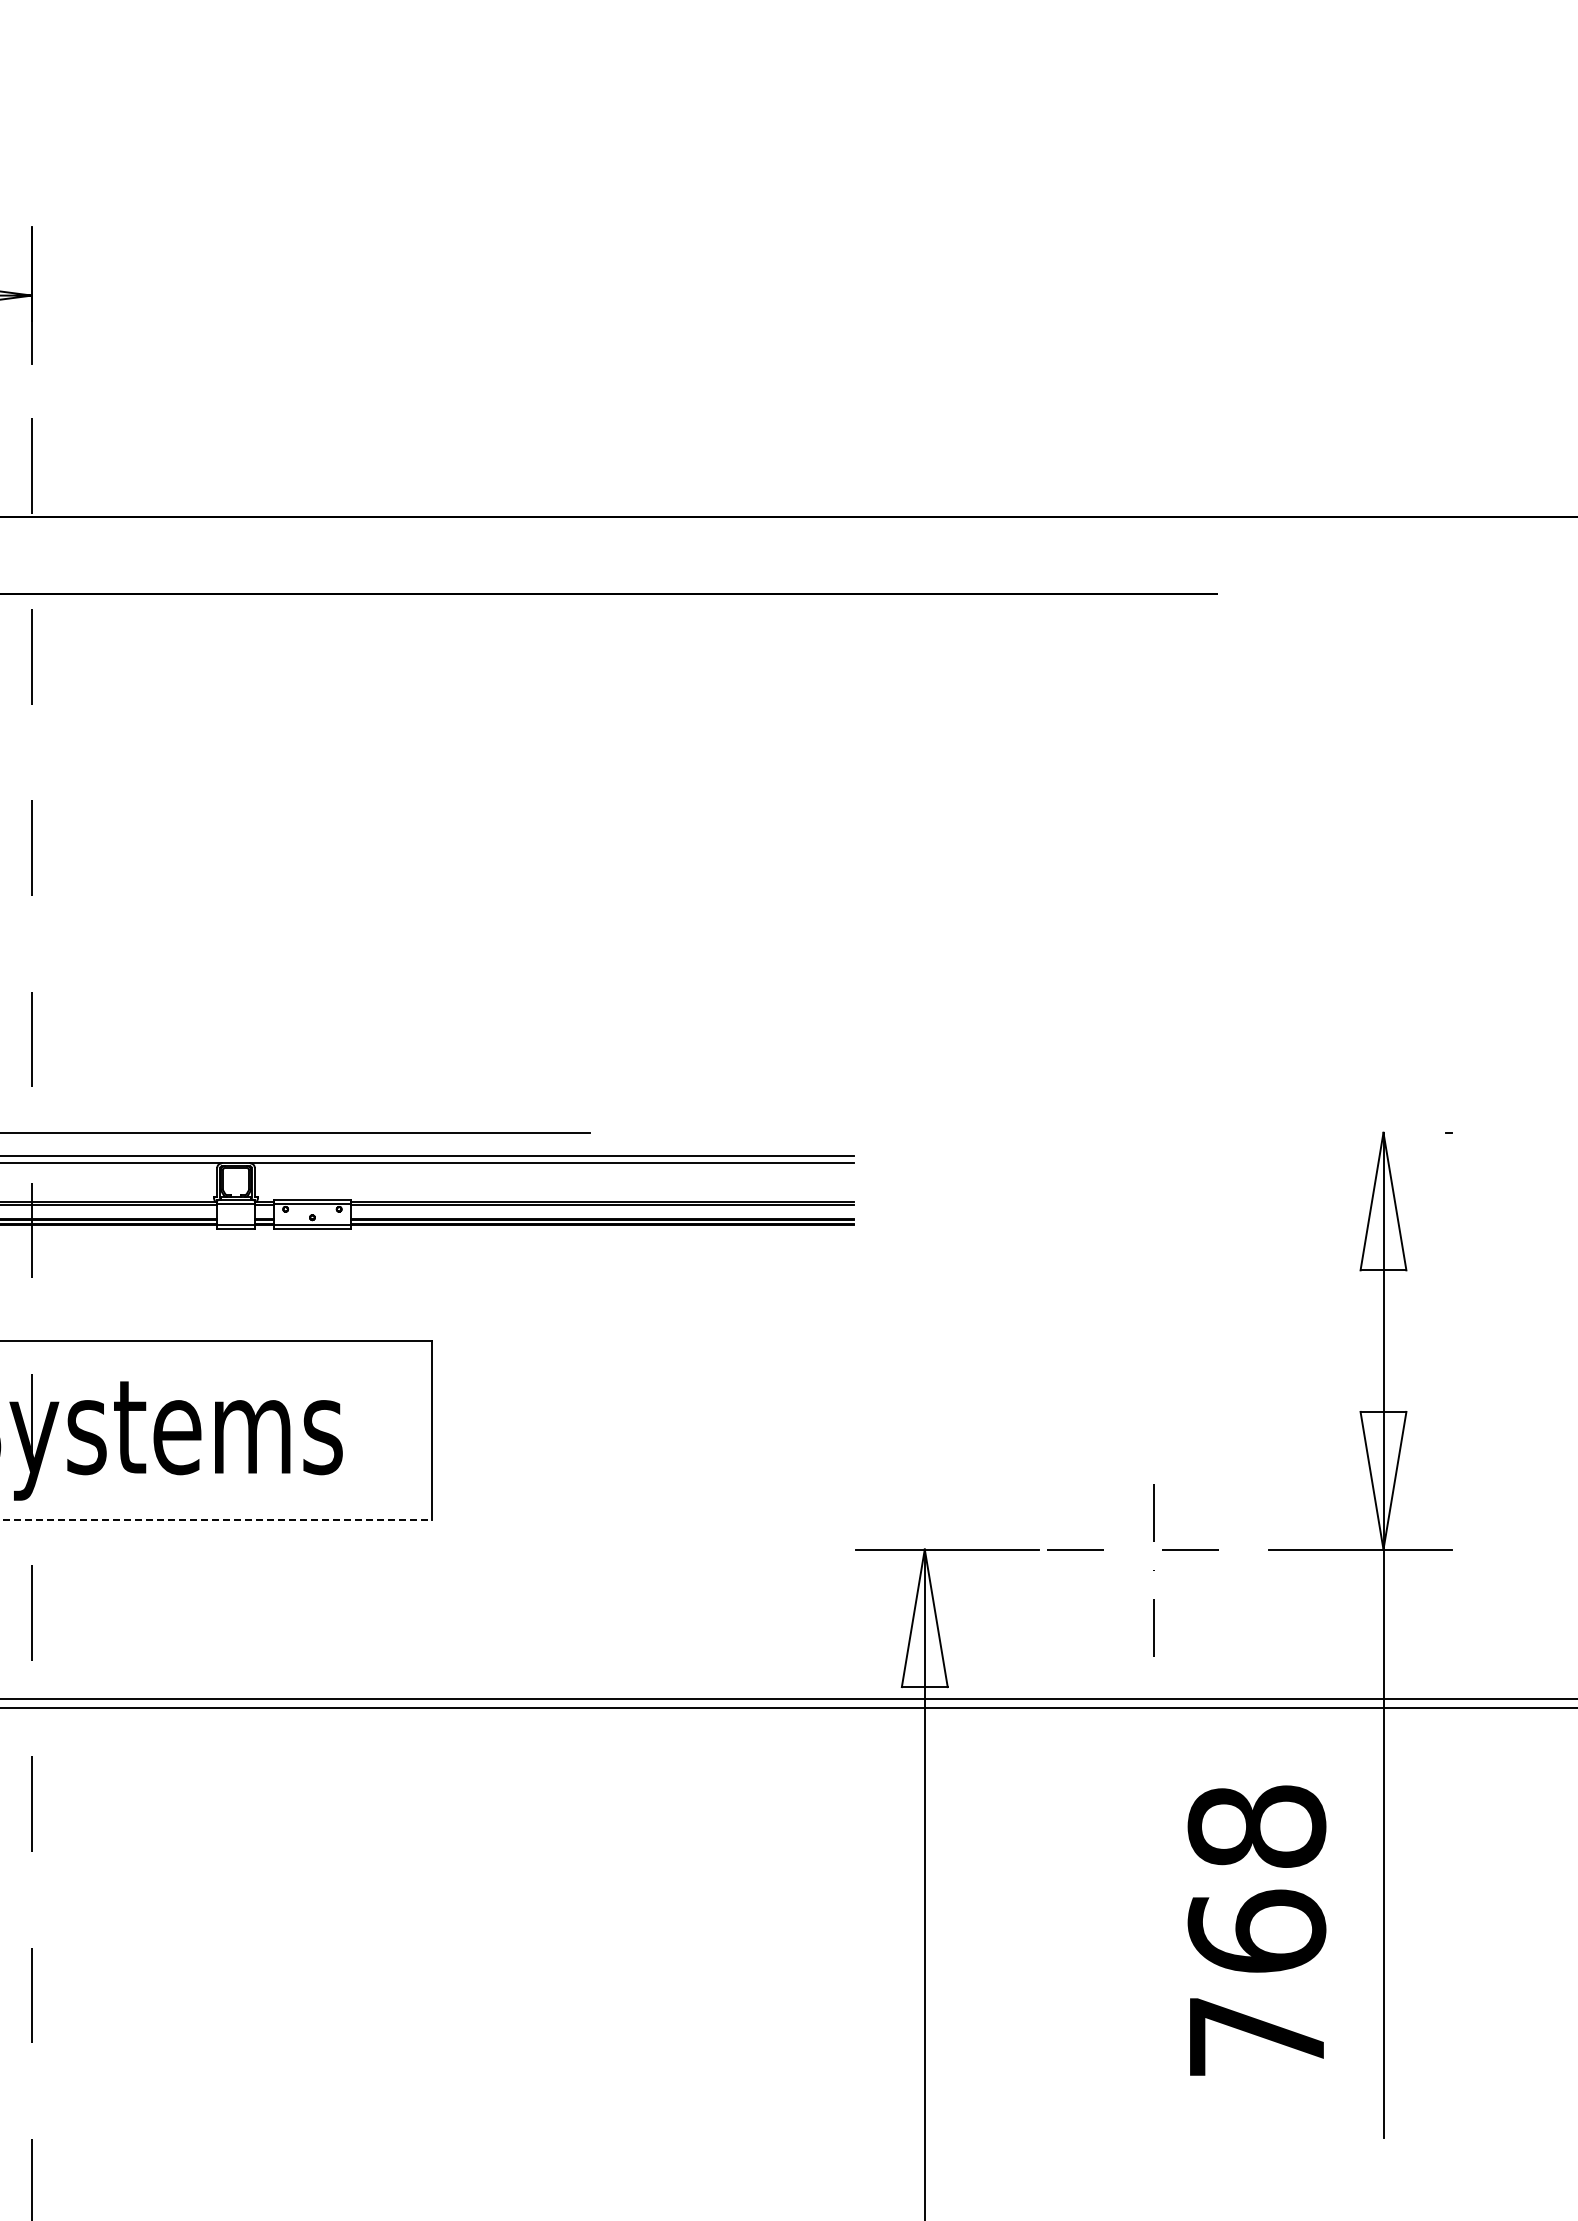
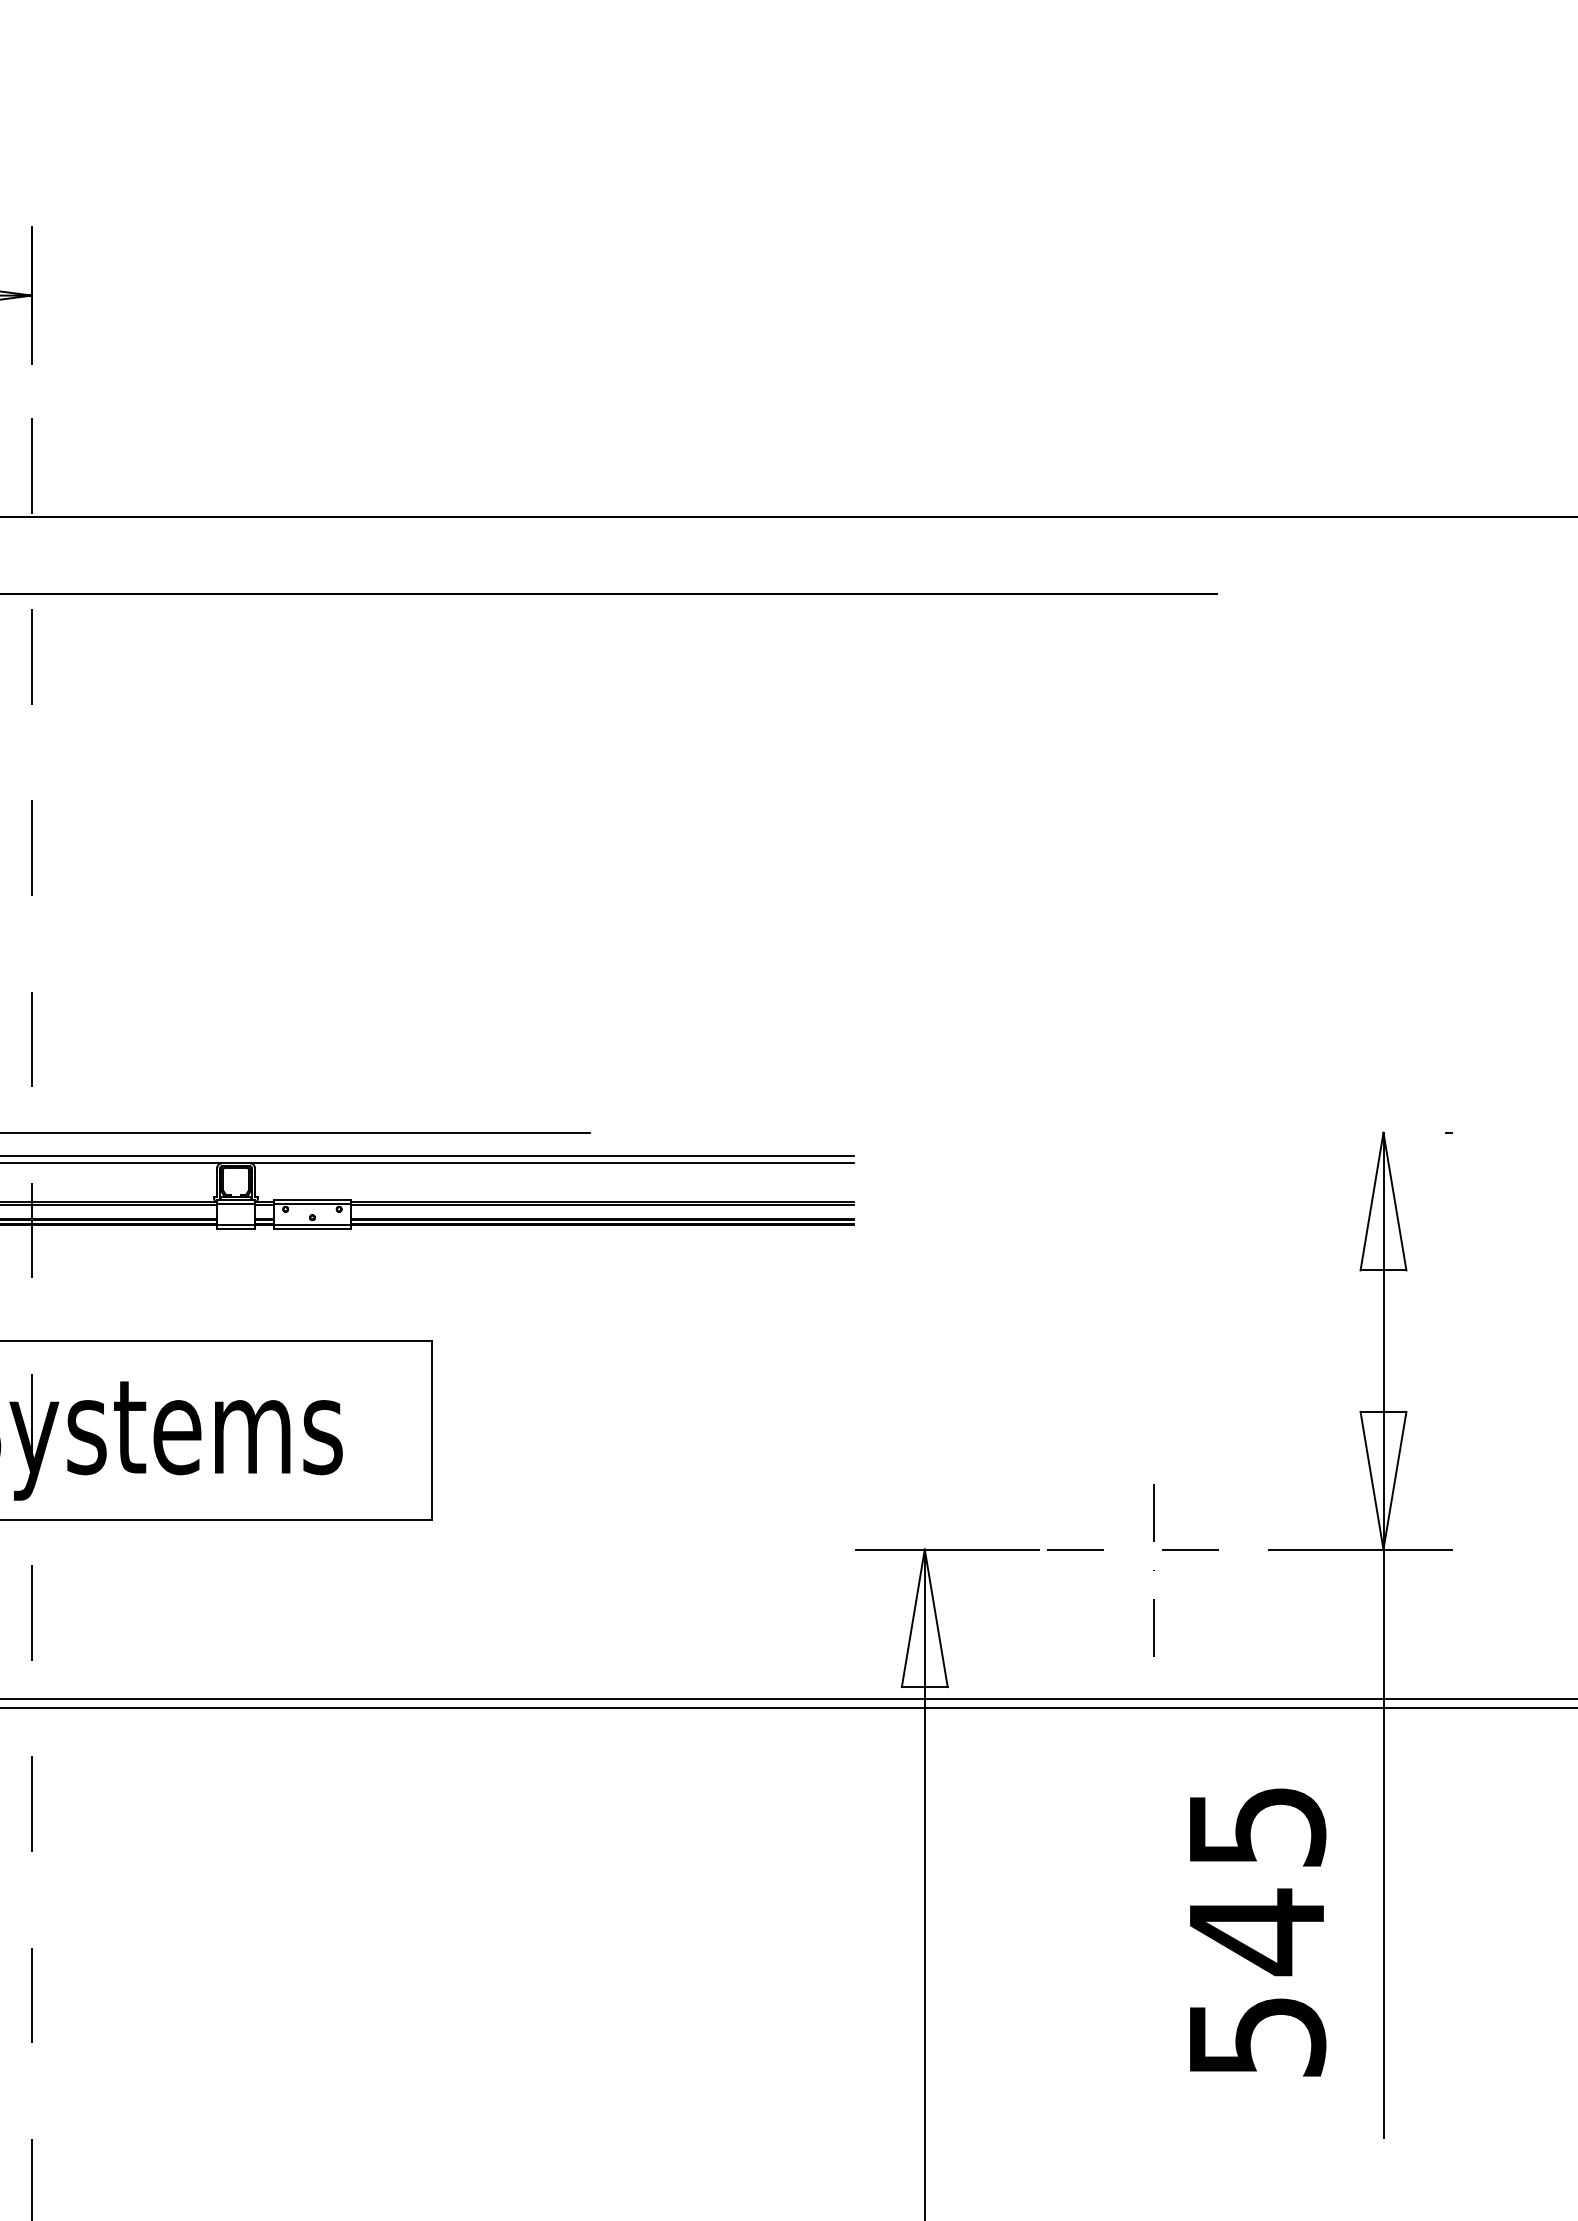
line at (216, 1519): dashed -> solid
text at (1256, 1930): 768 -> 545
